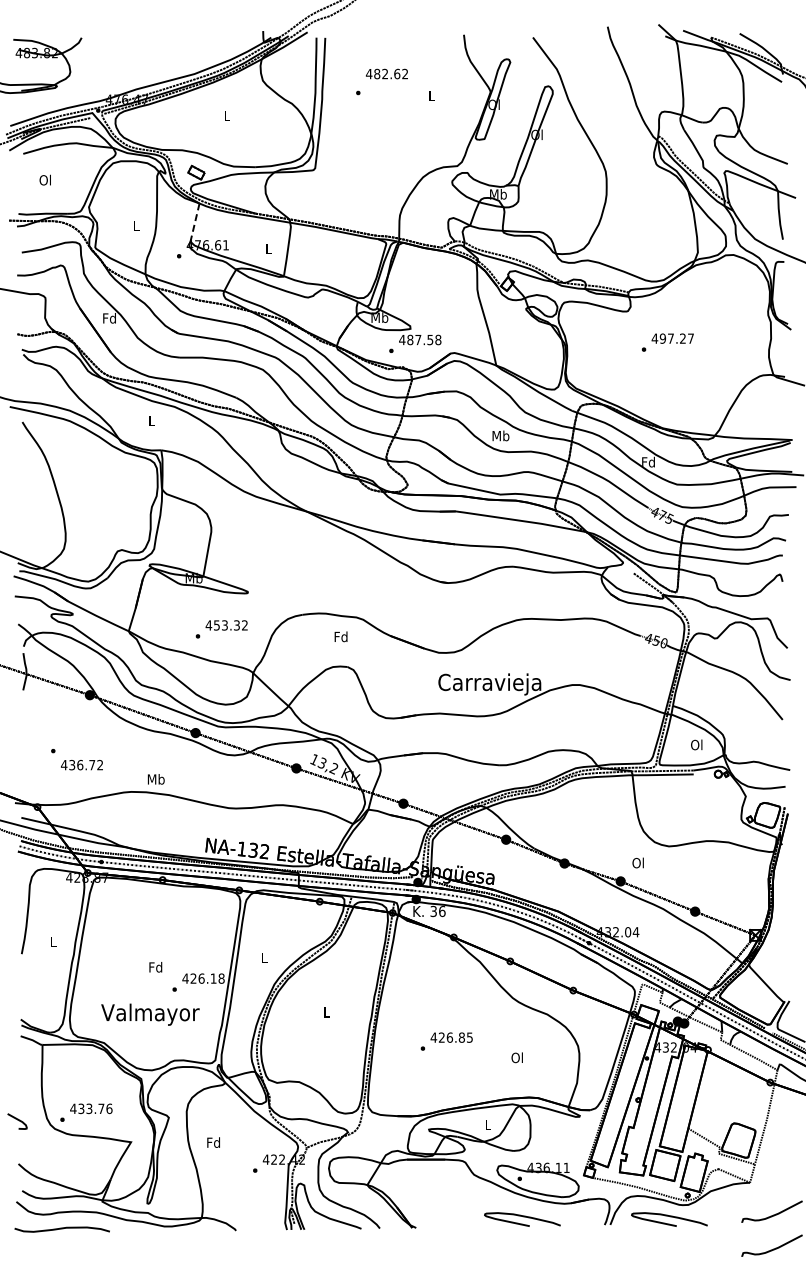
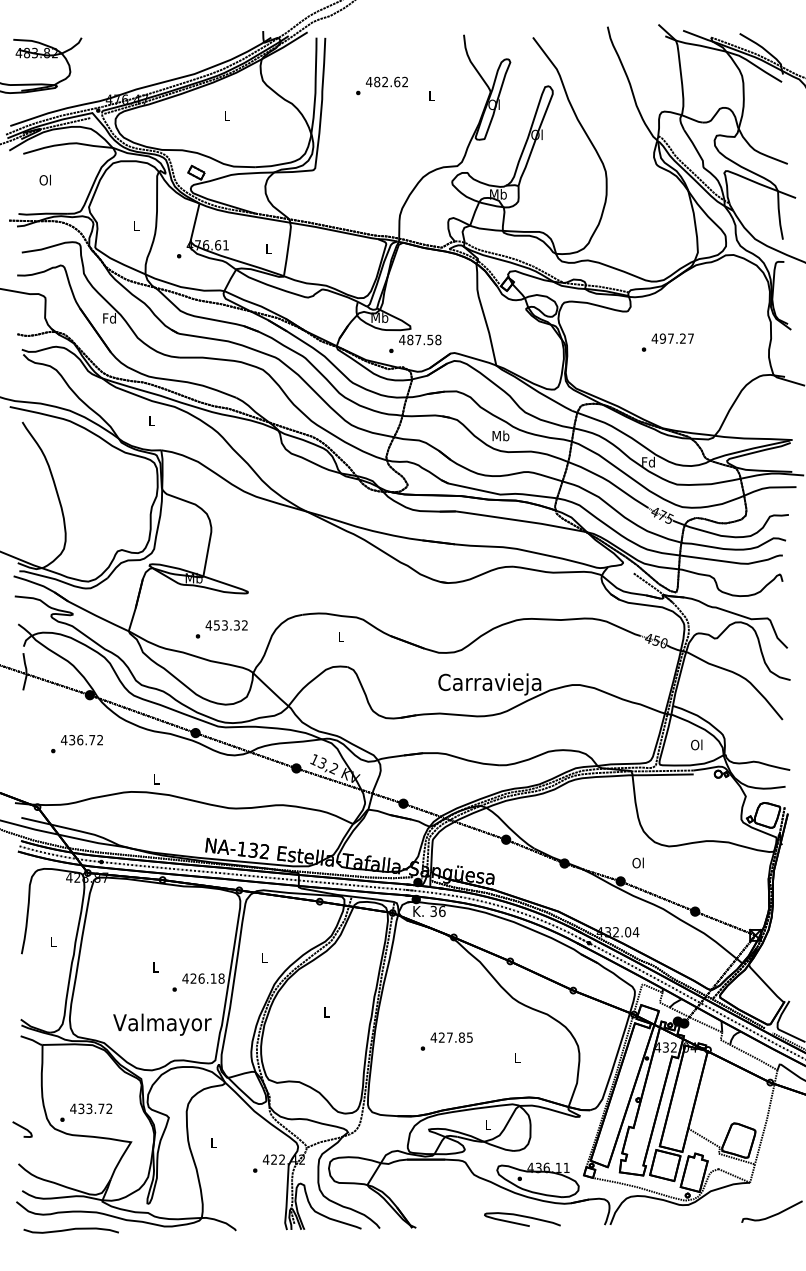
text at (386, 73) position: (386, 73) -> (386, 81)
line at (195, 222): dashed -> solid
text at (340, 636): Fd -> L
text at (81, 765) position: (81, 765) -> (81, 740)
text at (155, 779): Mb -> L
text at (155, 967): Fd -> L
text at (150, 1014) position: (150, 1014) -> (162, 1024)
text at (449, 1037): 426.85 -> 427.85
text at (516, 1057): Ol -> L
text at (109, 1108): 433.76 -> 433.72
curve at (17, 1120) position: (17, 1120) -> (22, 1128)
text at (213, 1142): Fd -> L
curve at (670, 1217): present -> none
curve at (61, 1229) position: (61, 1229) -> (70, 1230)
curve at (773, 1248): present -> none
